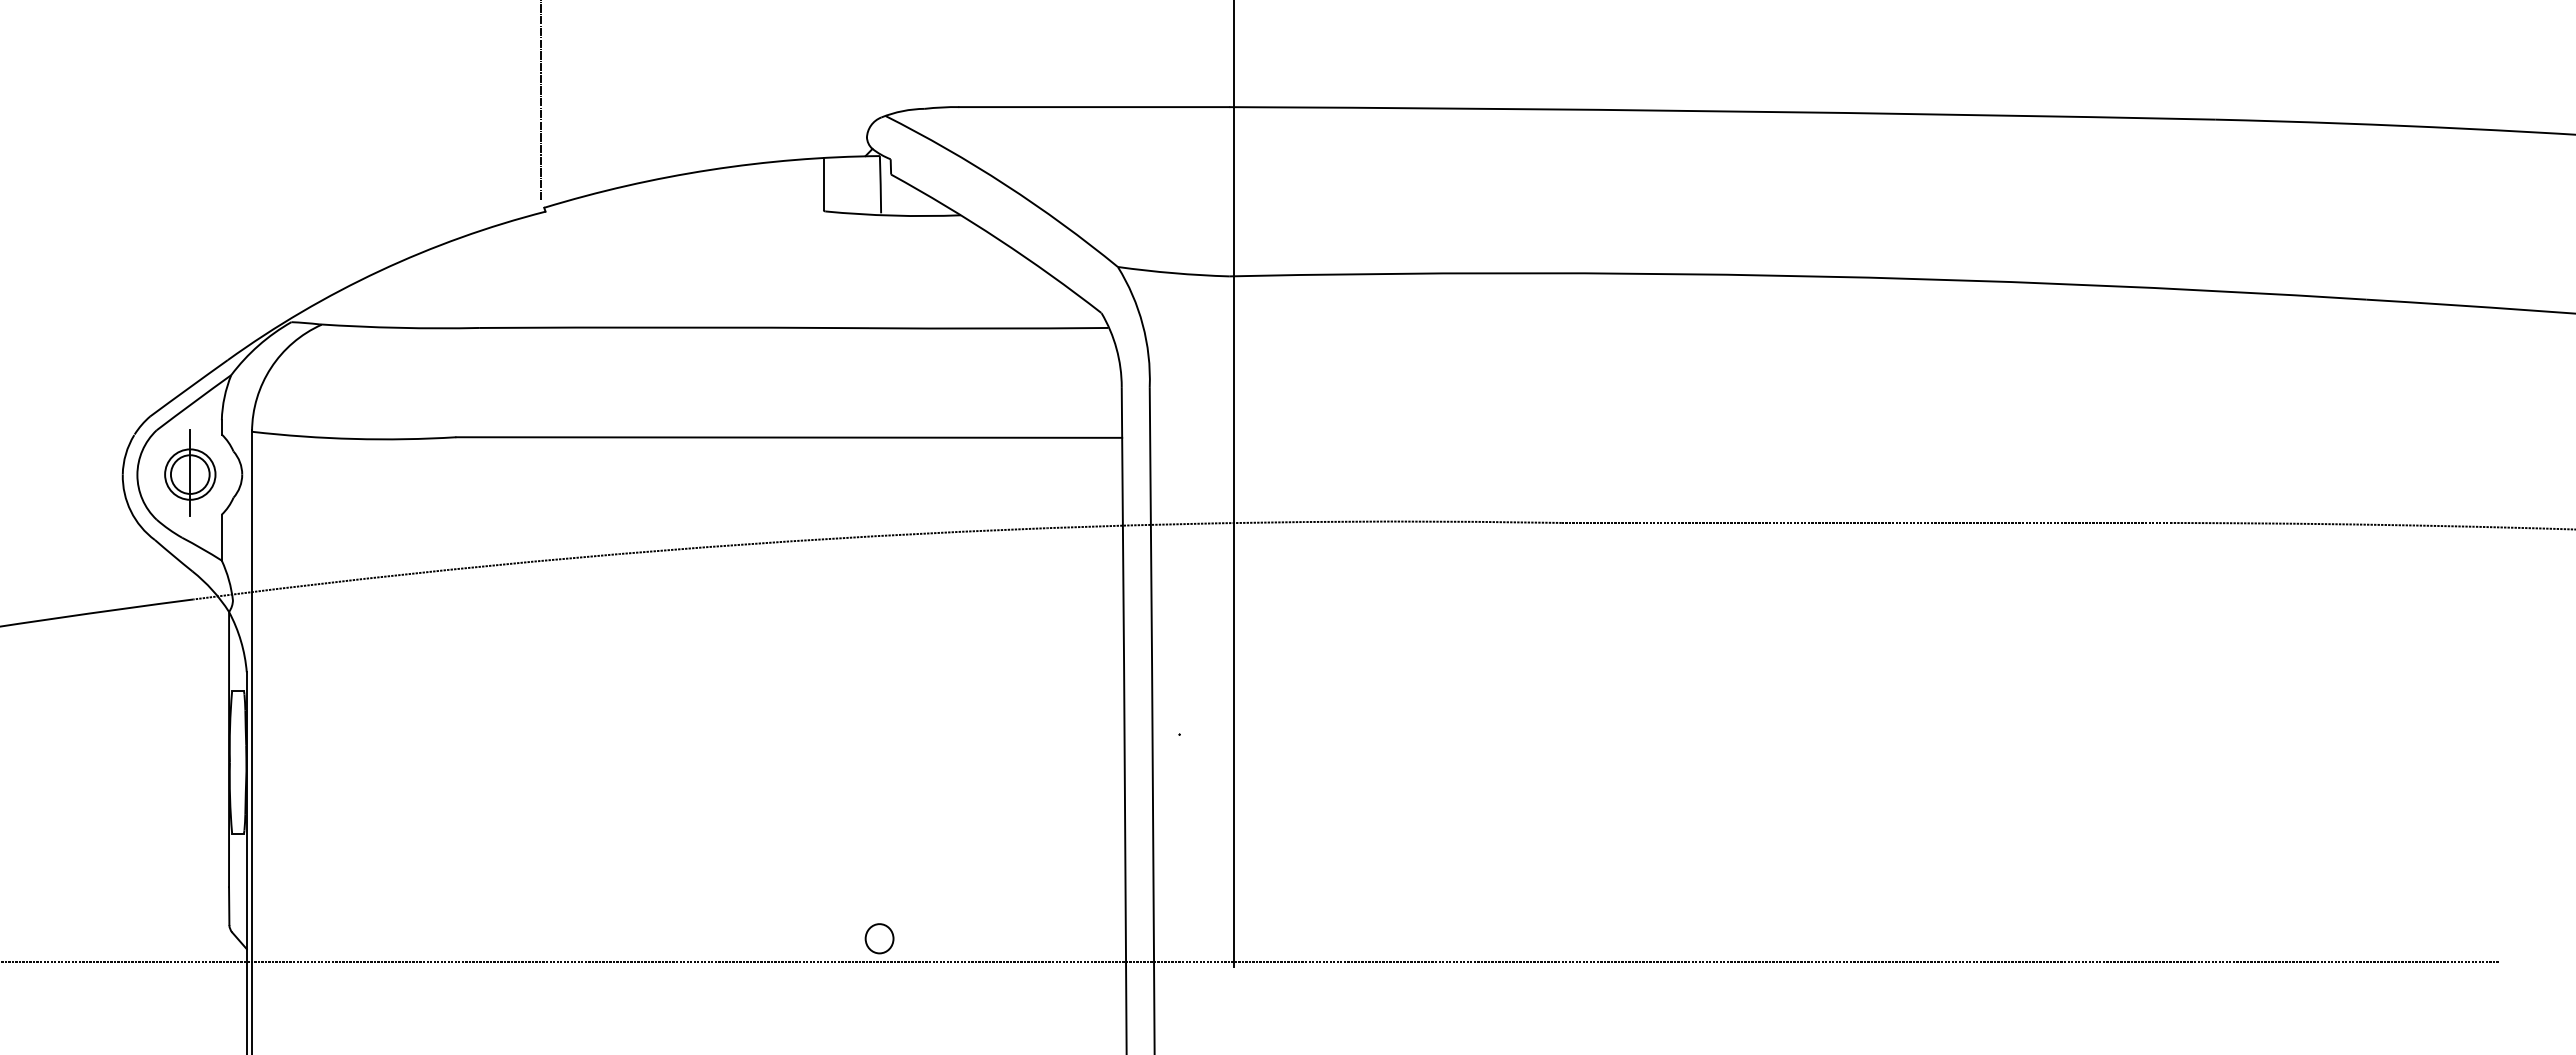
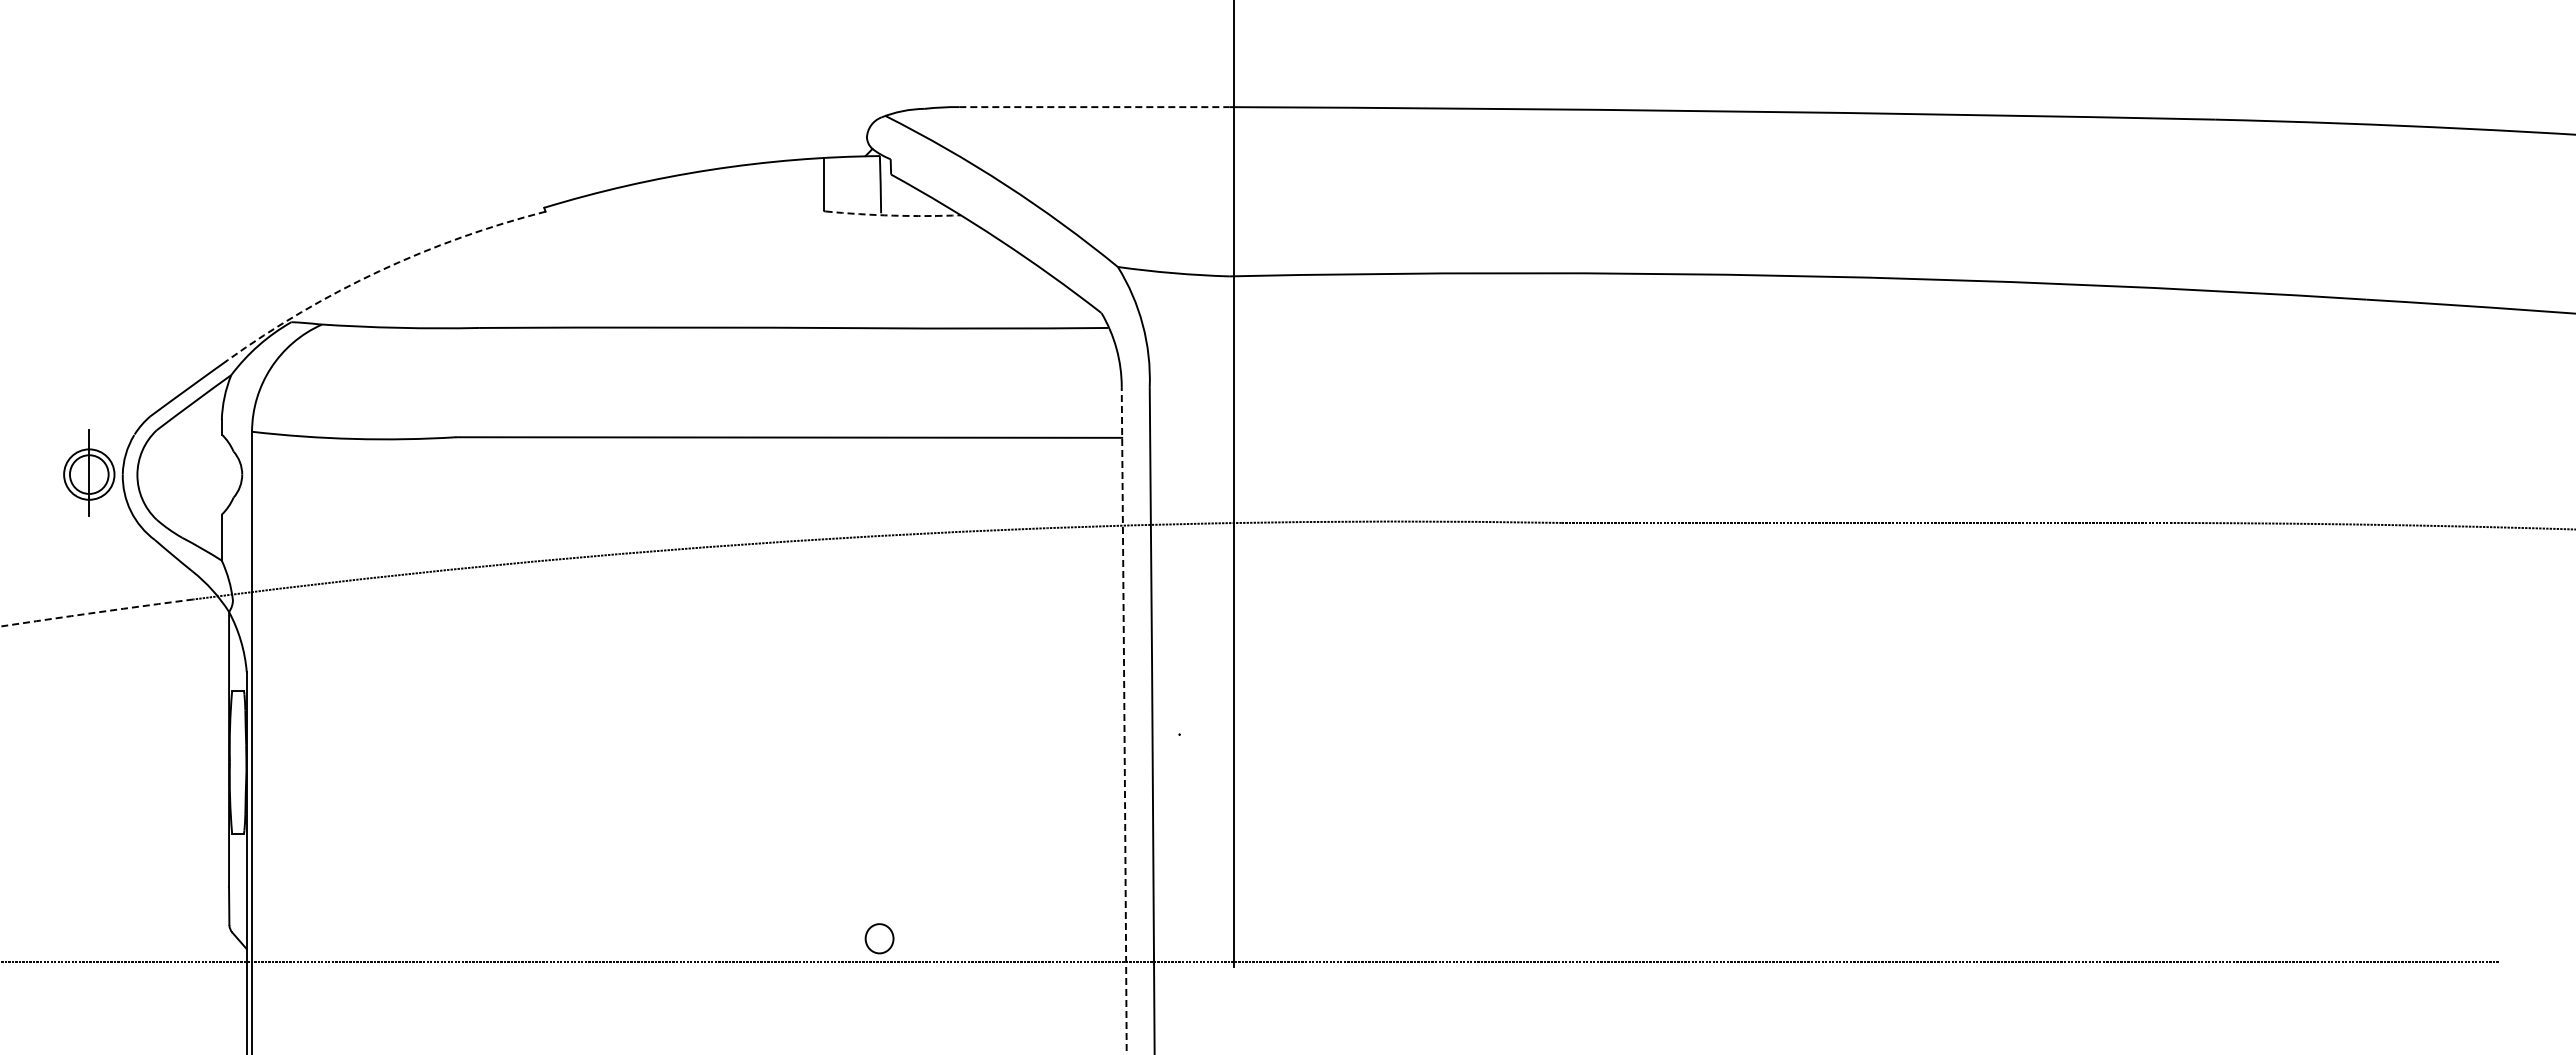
line at (541, 101): present -> none
line at (1094, 107): solid -> dashed
arc at (893, 215): solid -> dashed
arc at (379, 271): solid -> dashed
part at (190, 472) position: (190, 472) -> (89, 472)
arc at (97, 612): solid -> dashed
arc at (1124, 720): solid -> dashed
